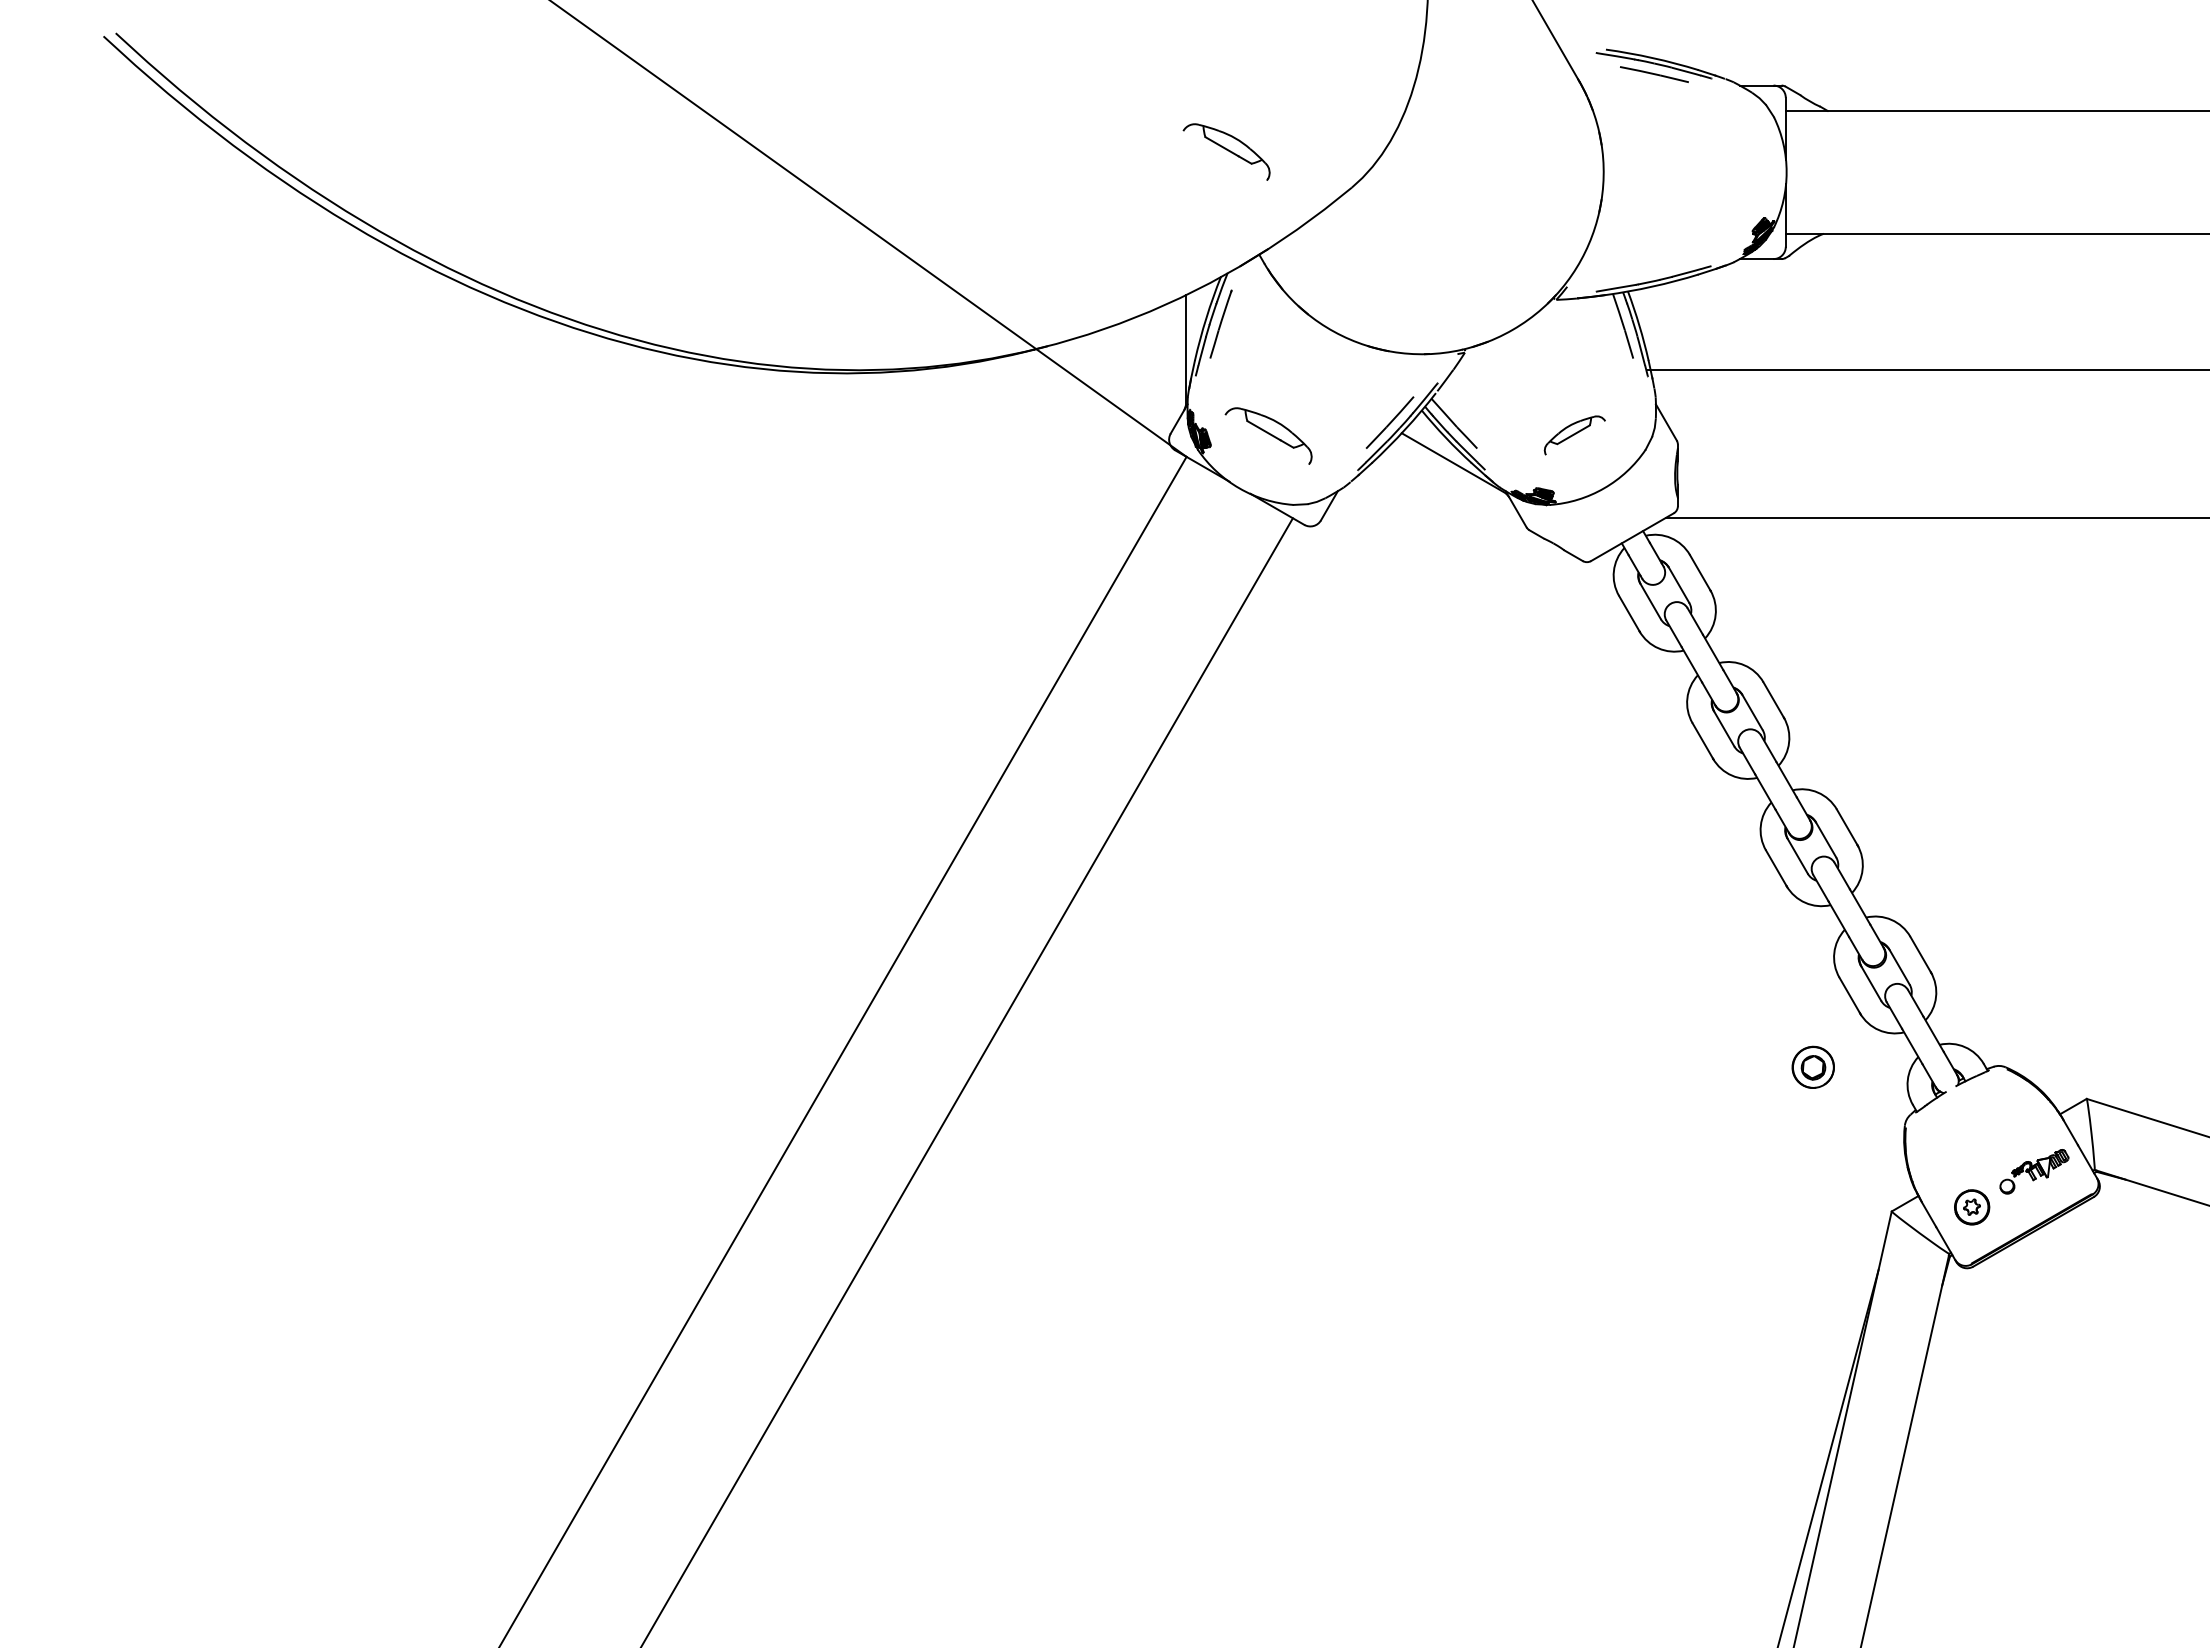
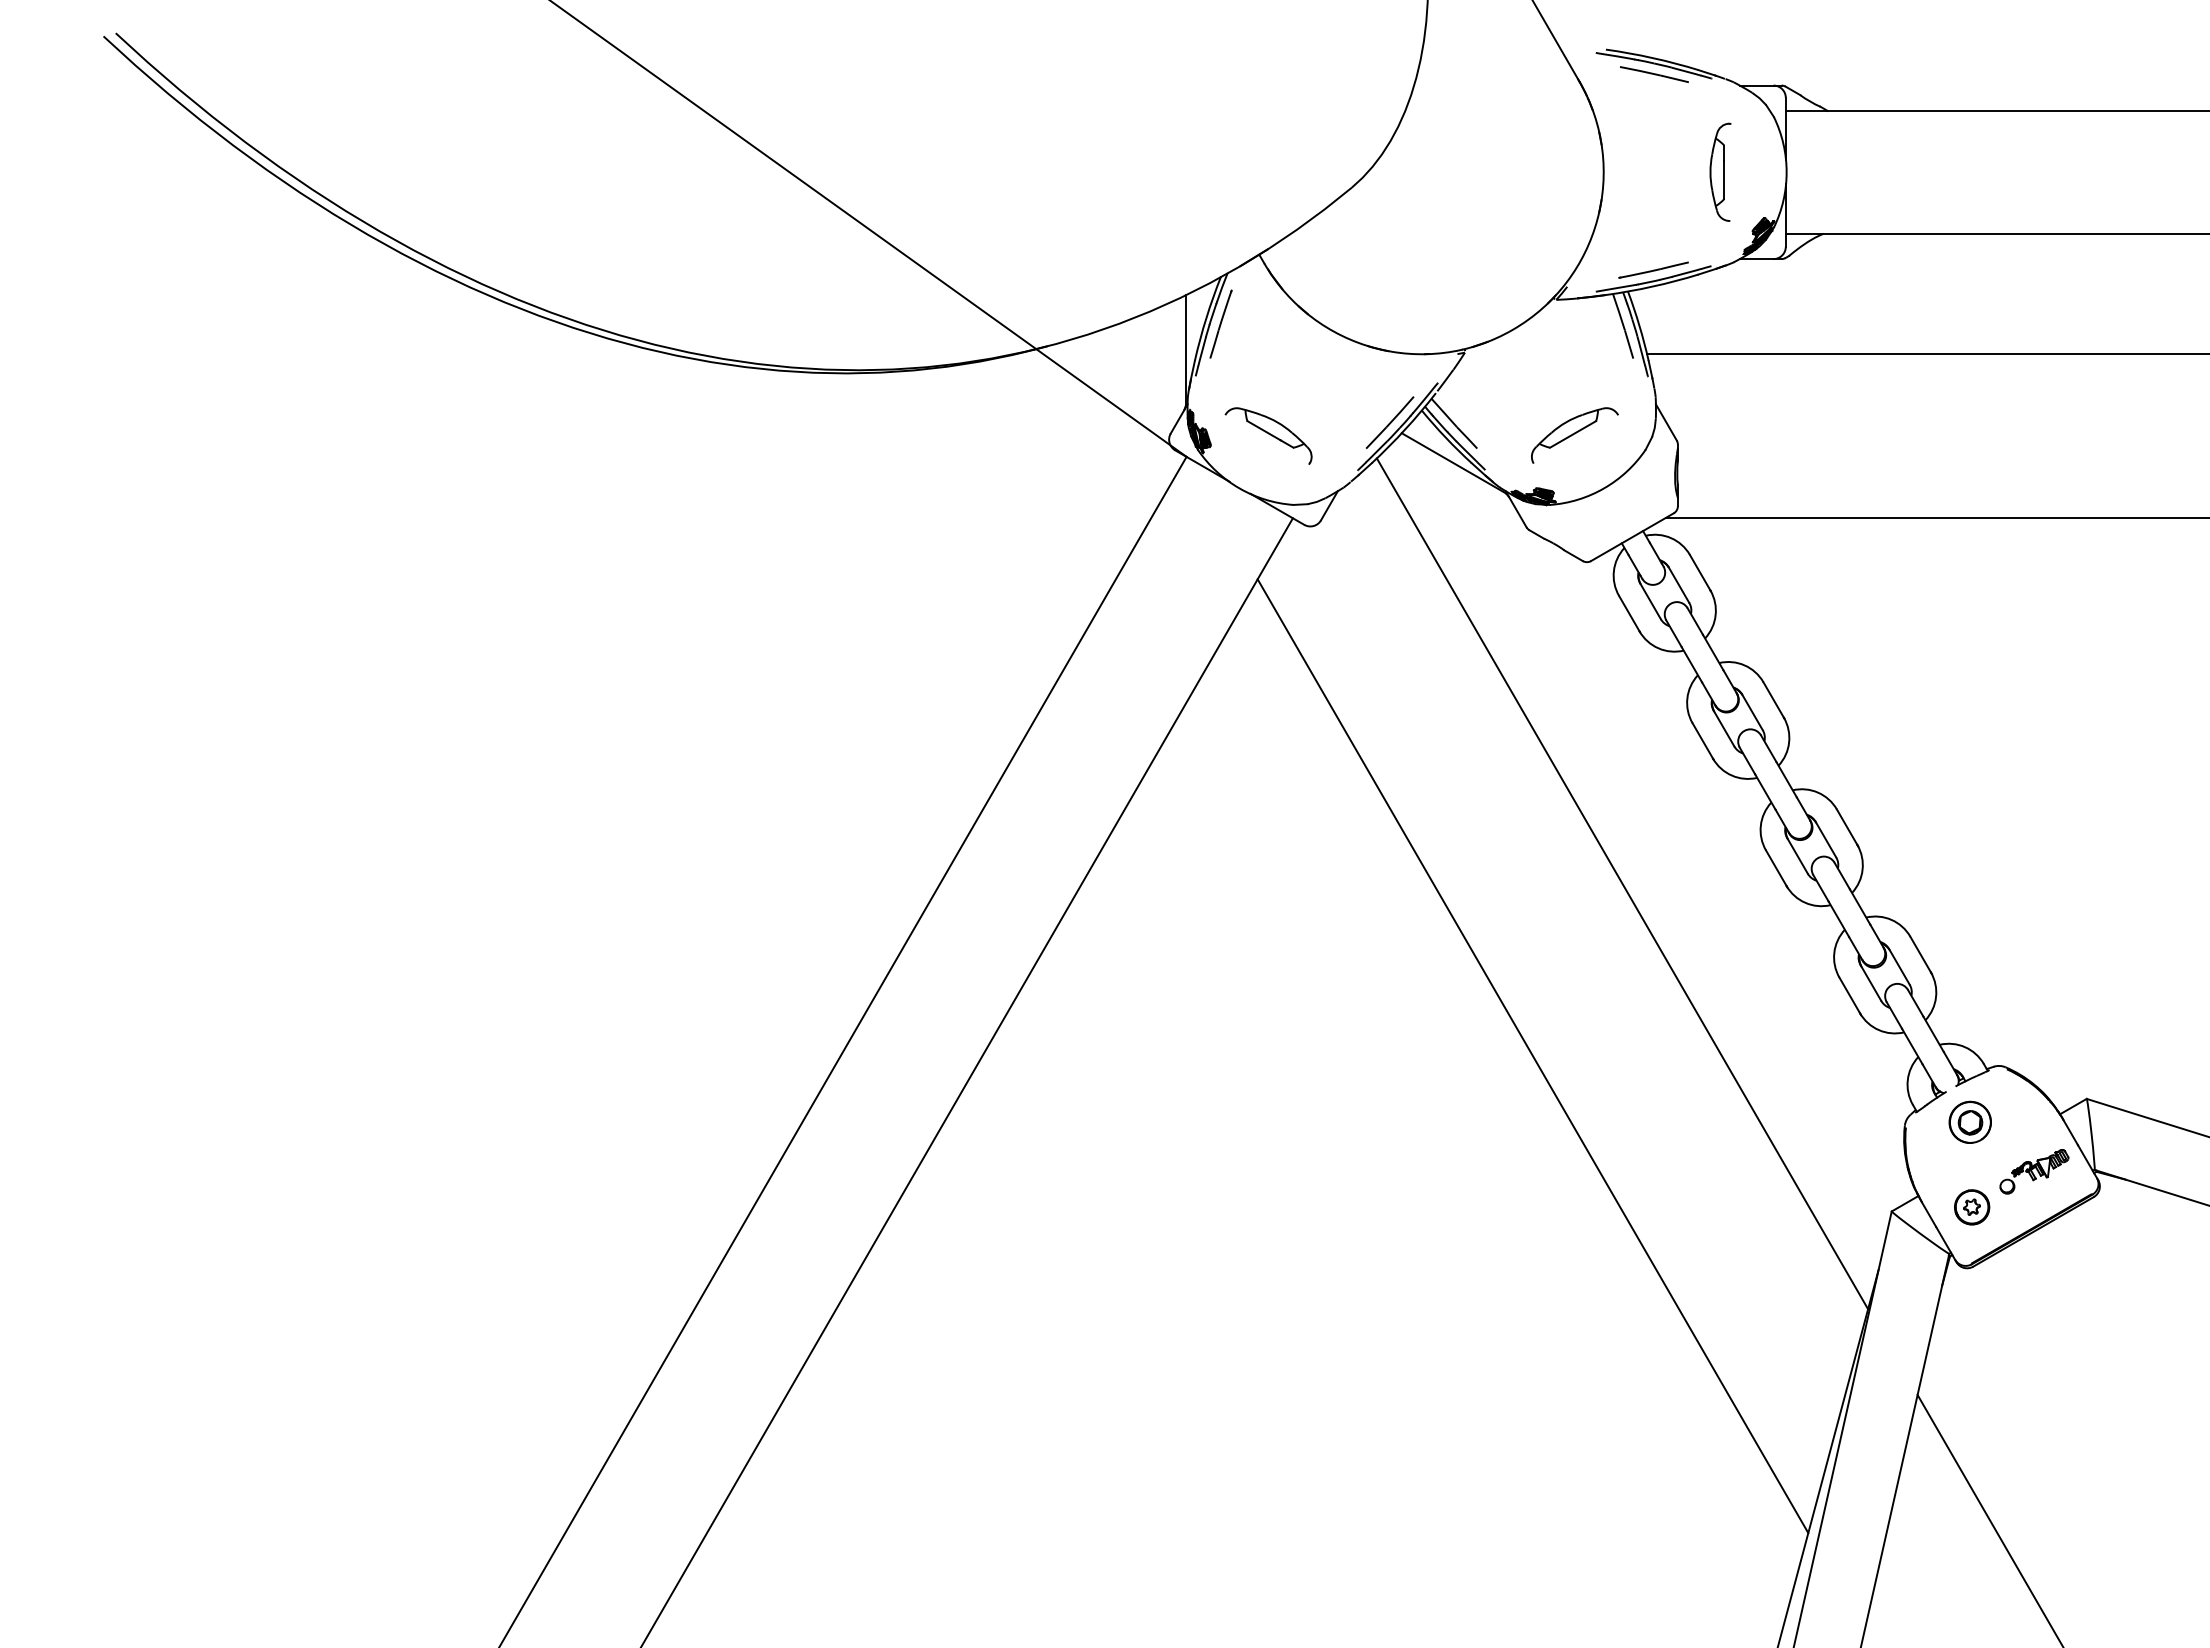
part at (1226, 151): present -> none
part at (1720, 171): none -> present
line at (1653, 269): none -> present
line at (1926, 370) position: (1926, 370) -> (1926, 354)
part at (1574, 435) size: 63x41 px -> 88x57 px
line at (1622, 883): none -> present
line at (1532, 1056): none -> present
part at (1812, 1066) position: (1812, 1066) -> (1969, 1121)
line at (1989, 1519): none -> present
